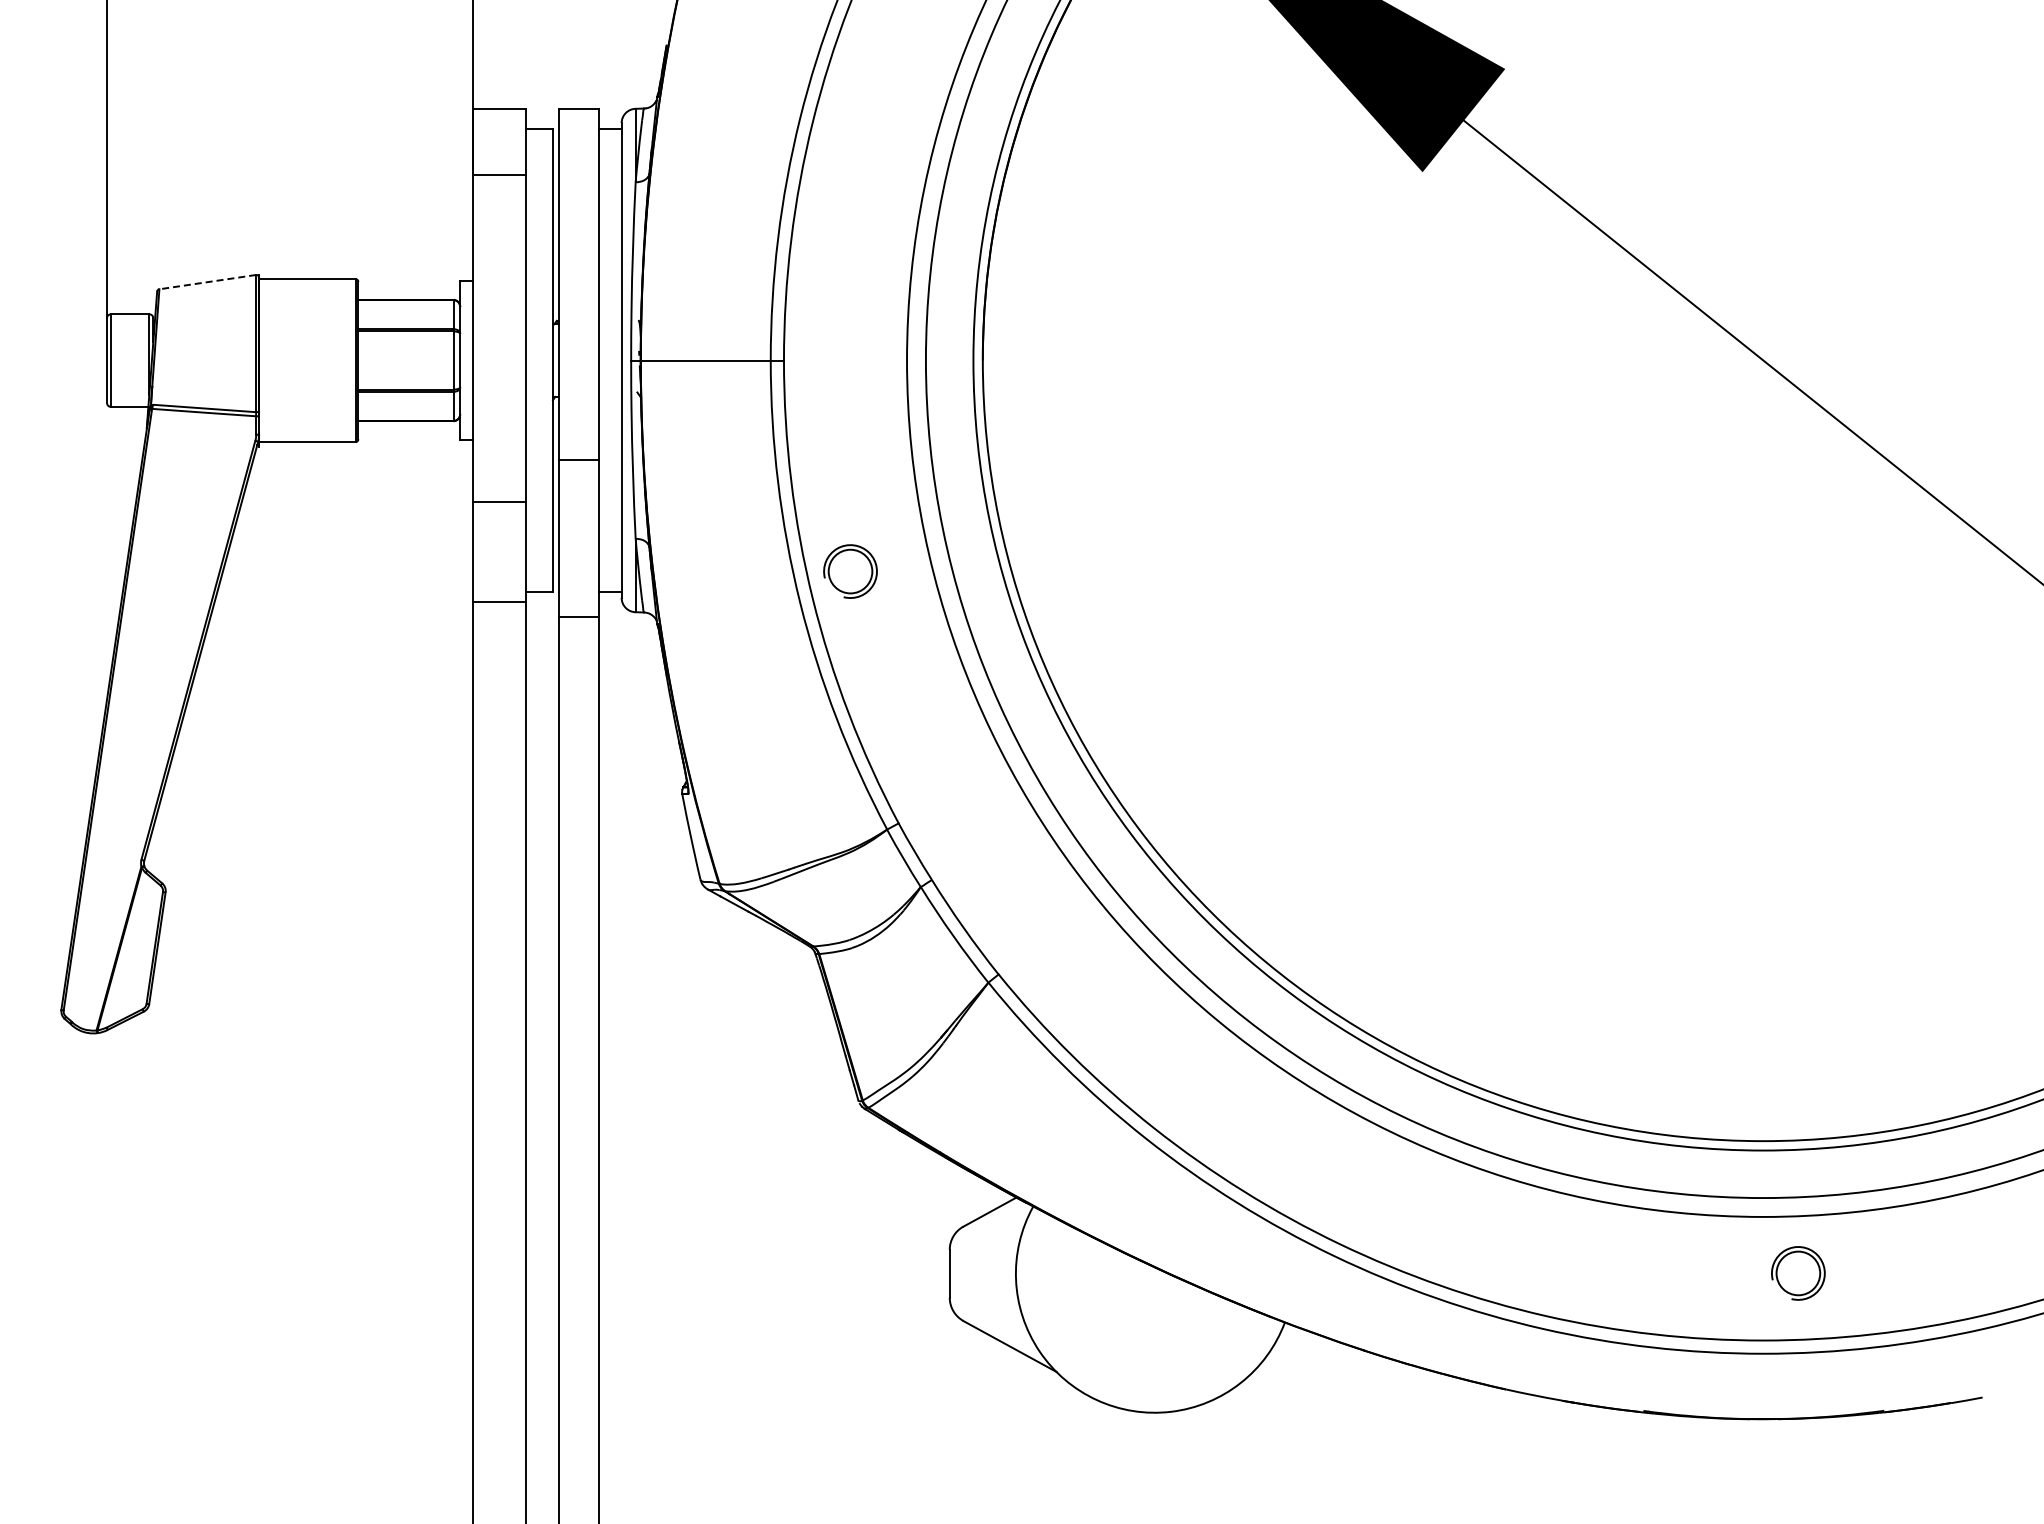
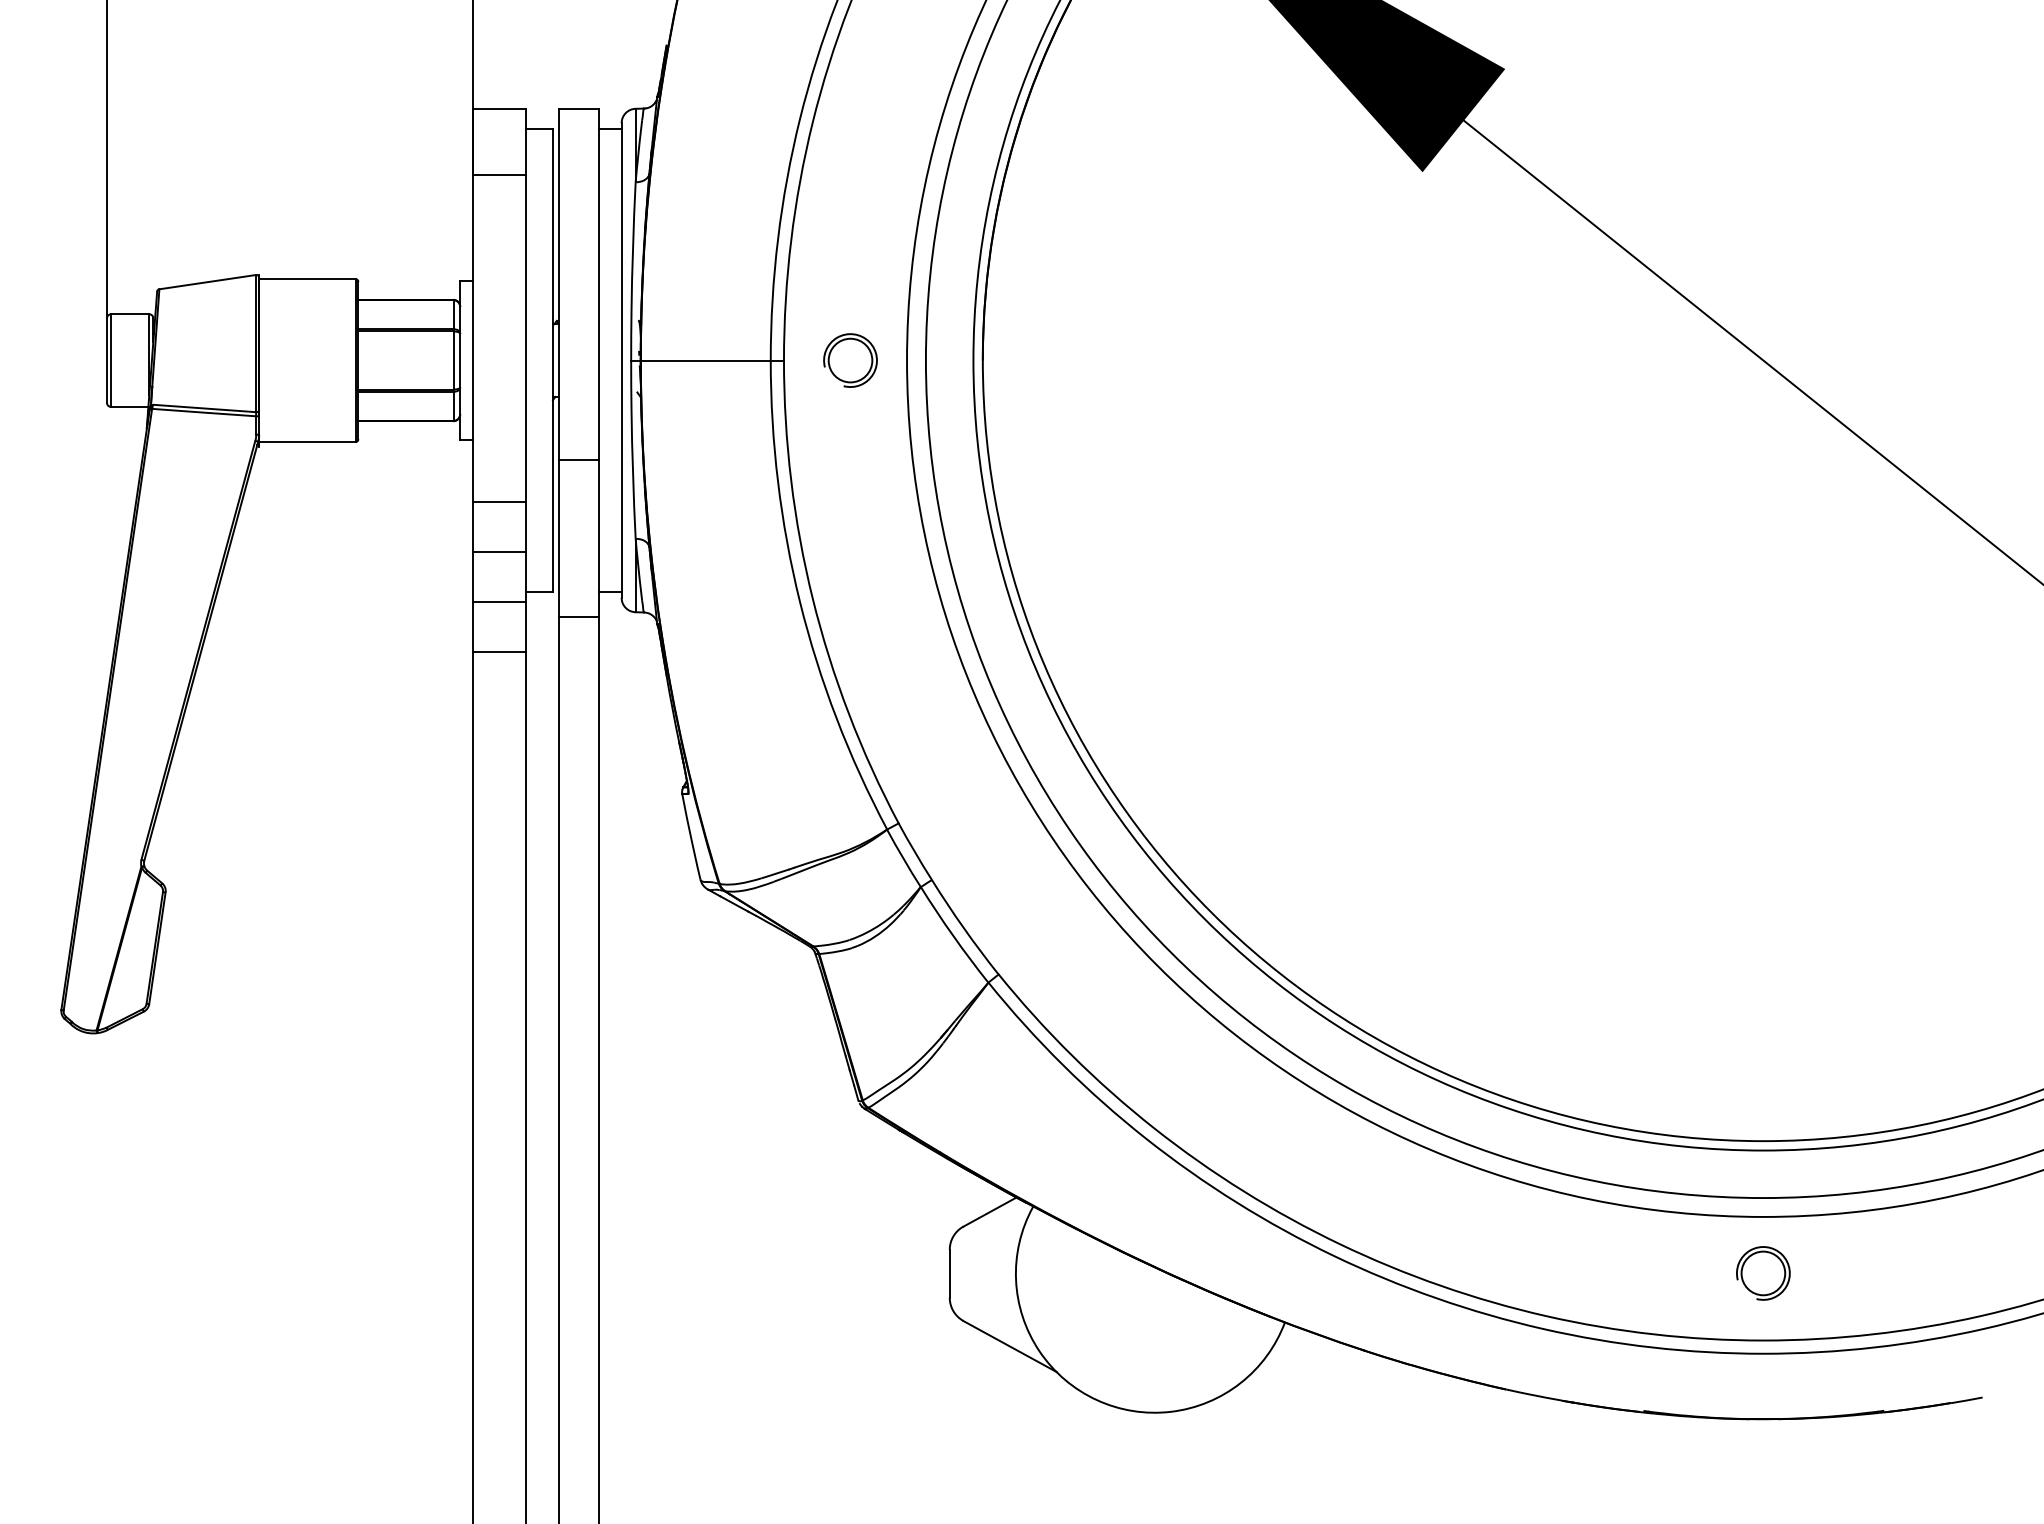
line at (207, 282): dashed -> solid
line at (499, 552): none -> present
part at (850, 571) position: (850, 571) -> (850, 360)
line at (499, 652): none -> present
part at (1798, 1273) position: (1798, 1273) -> (1763, 1273)
